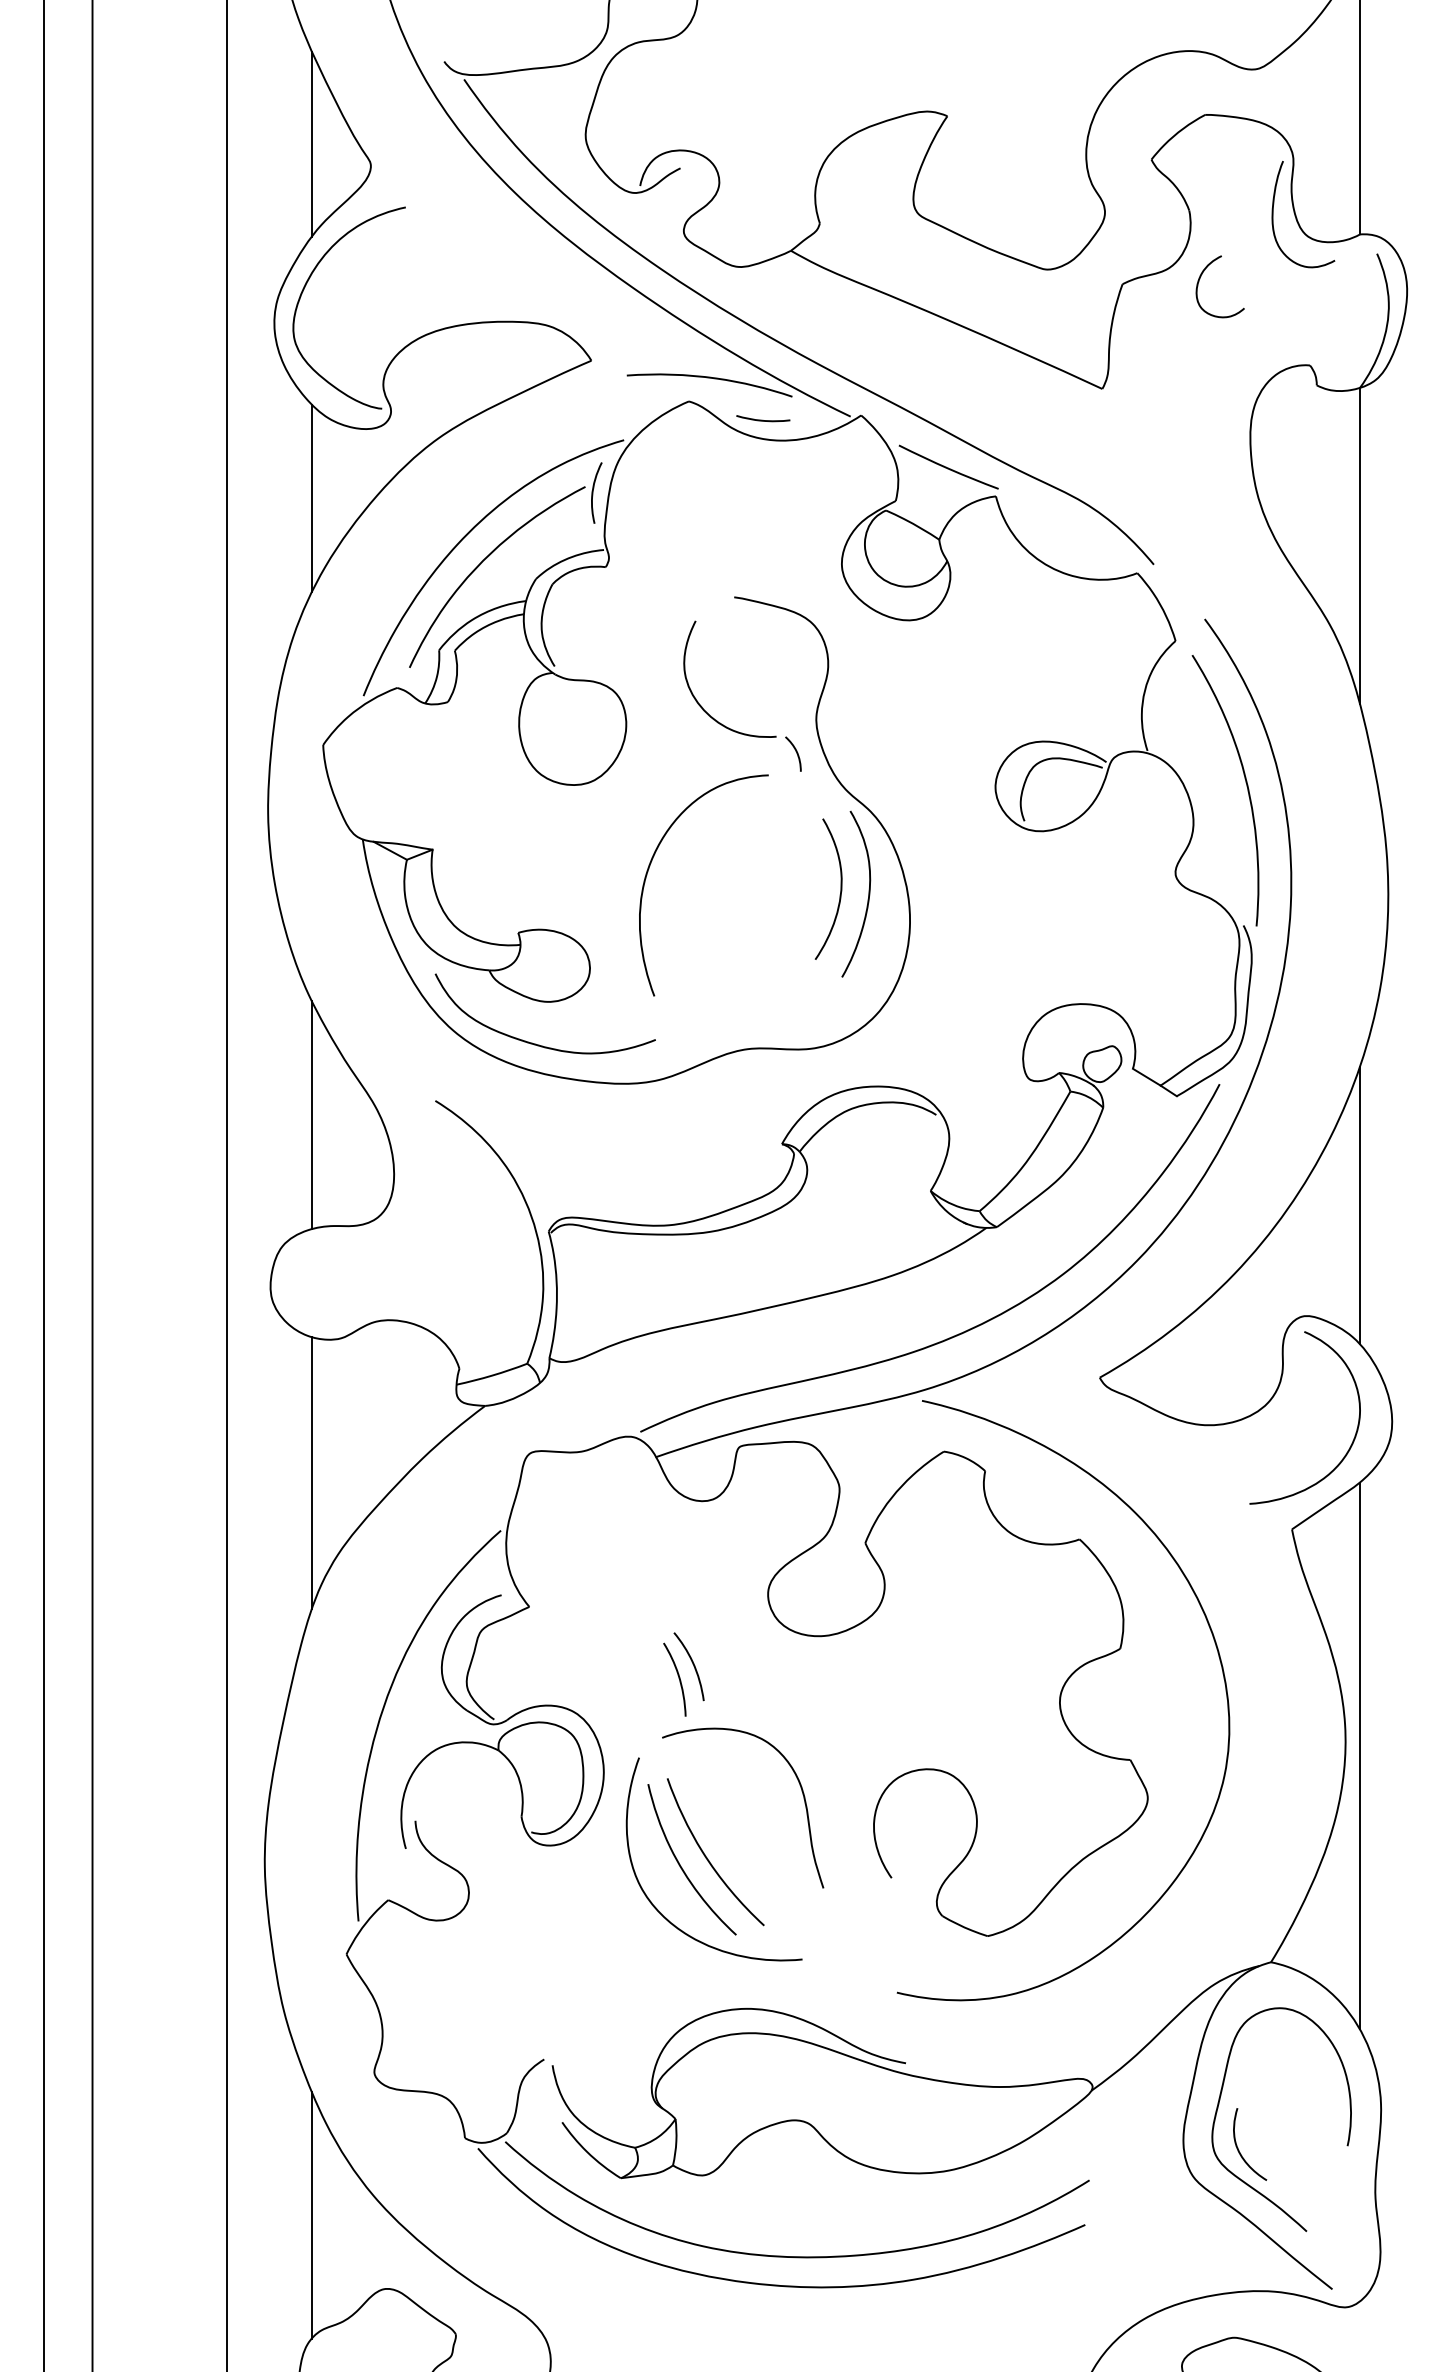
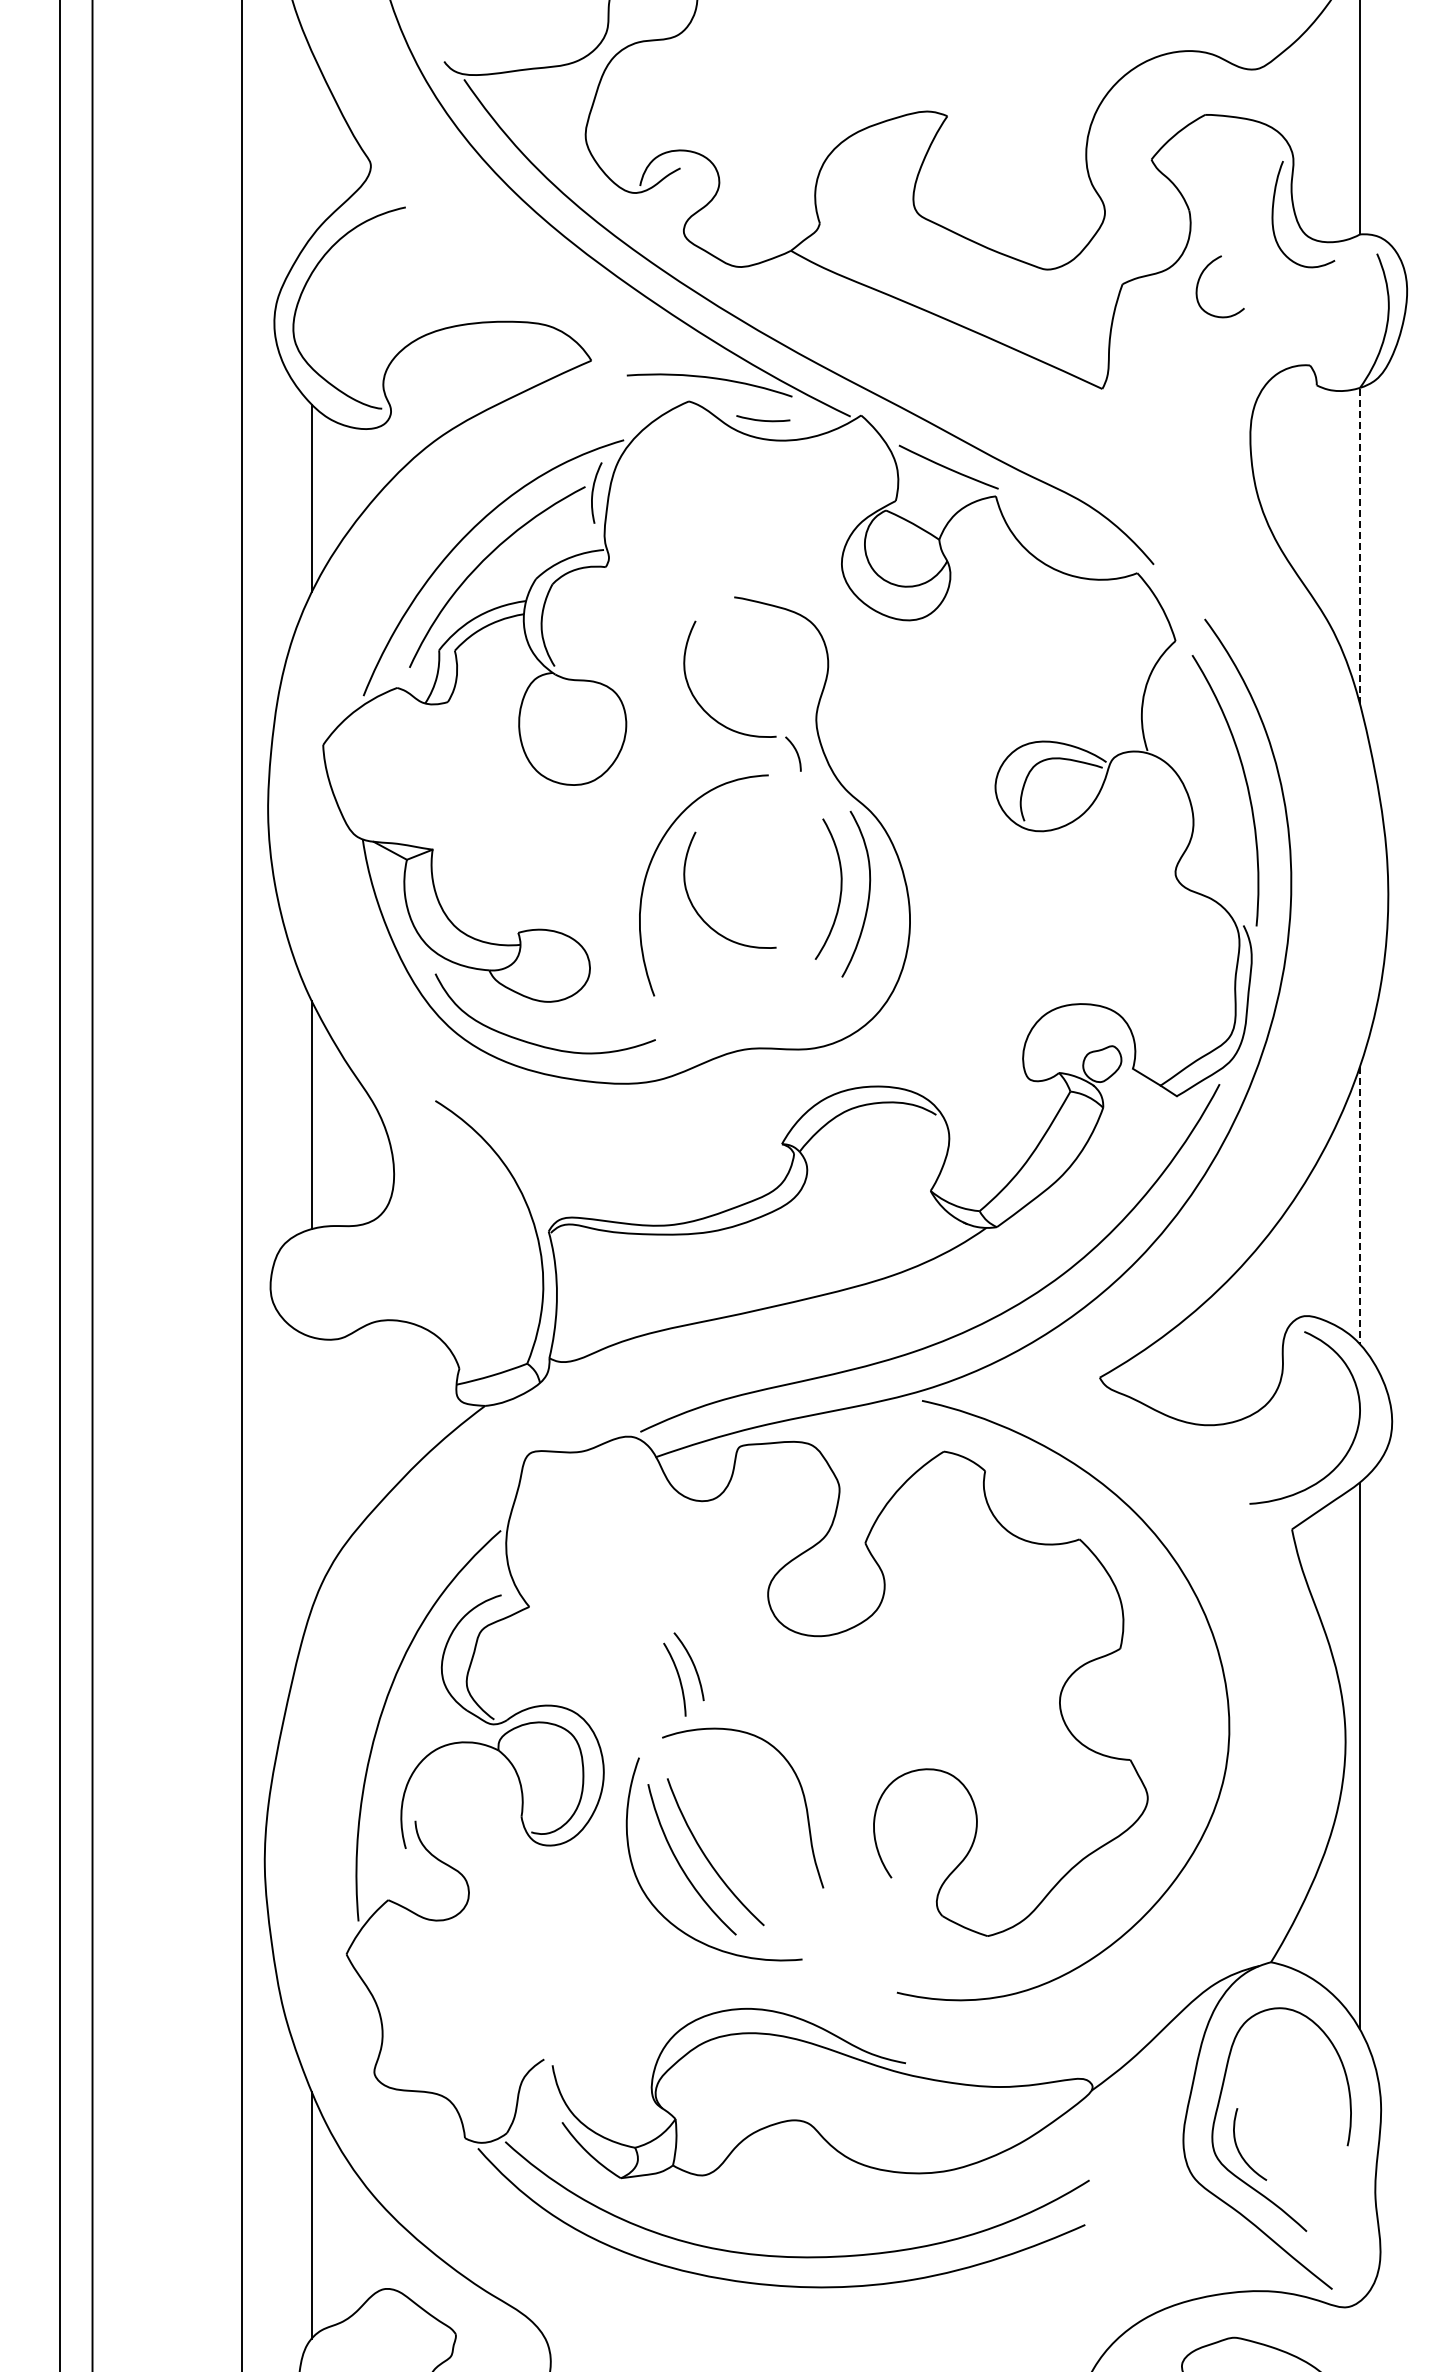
line at (311, 143): present -> none
line at (1360, 545): solid -> dashed
curve at (696, 909): none -> present
line at (43, 1185) position: (43, 1185) -> (59, 1185)
line at (226, 1185) position: (226, 1185) -> (241, 1185)
line at (1360, 1205): solid -> dashed
line at (311, 1472): present -> none
